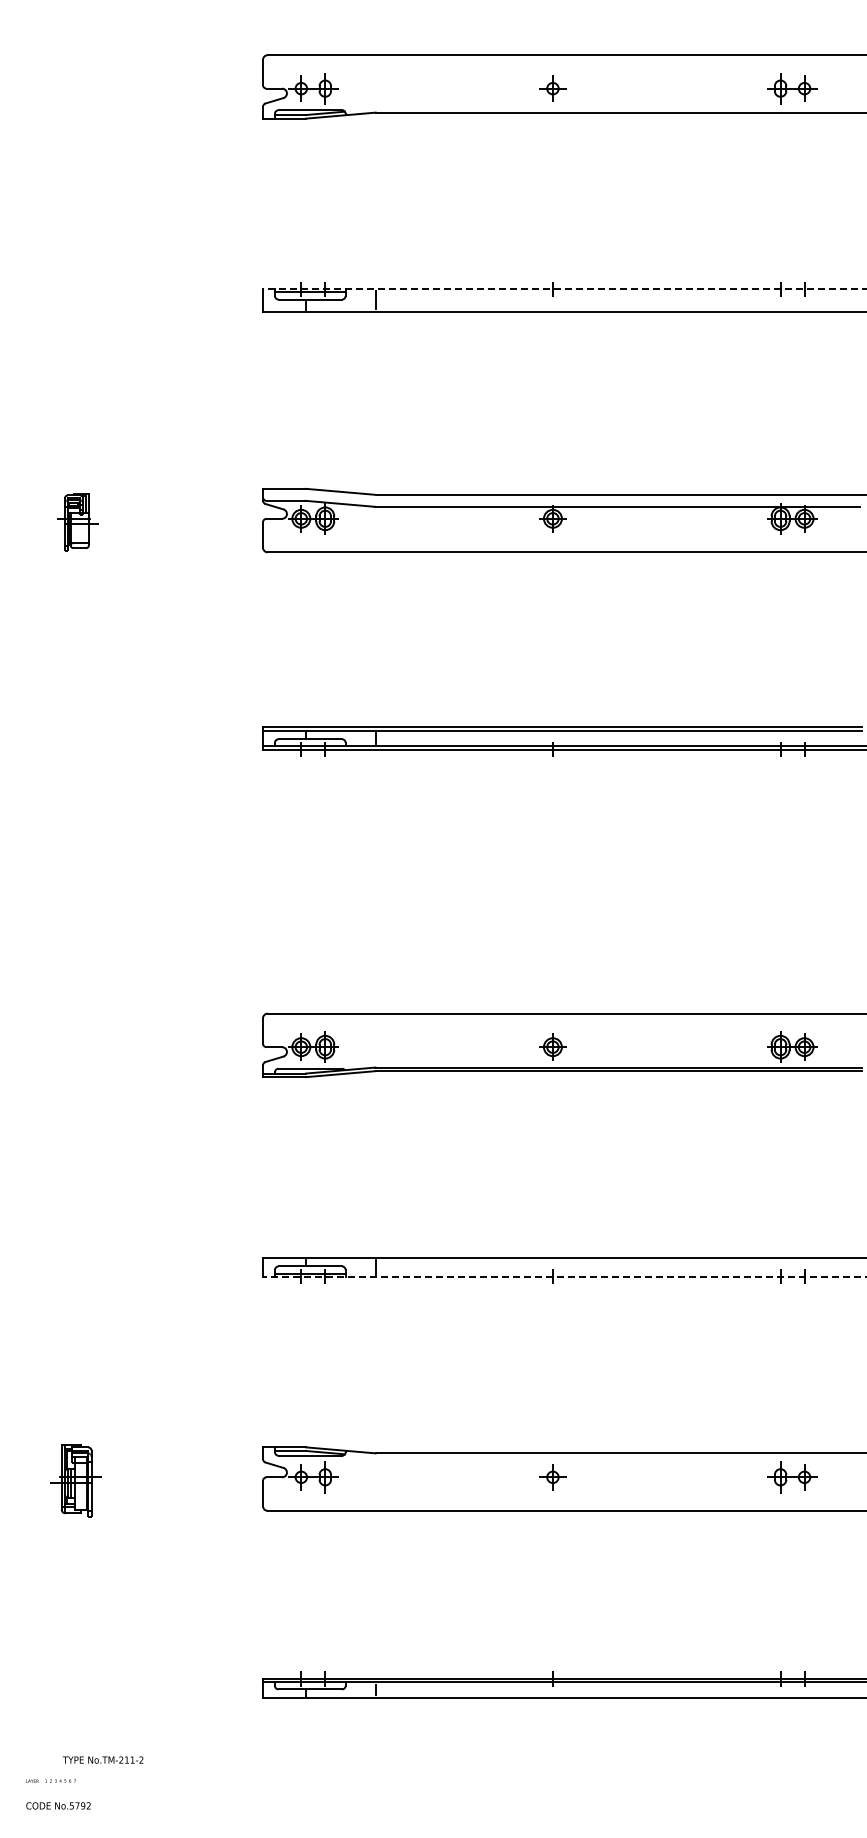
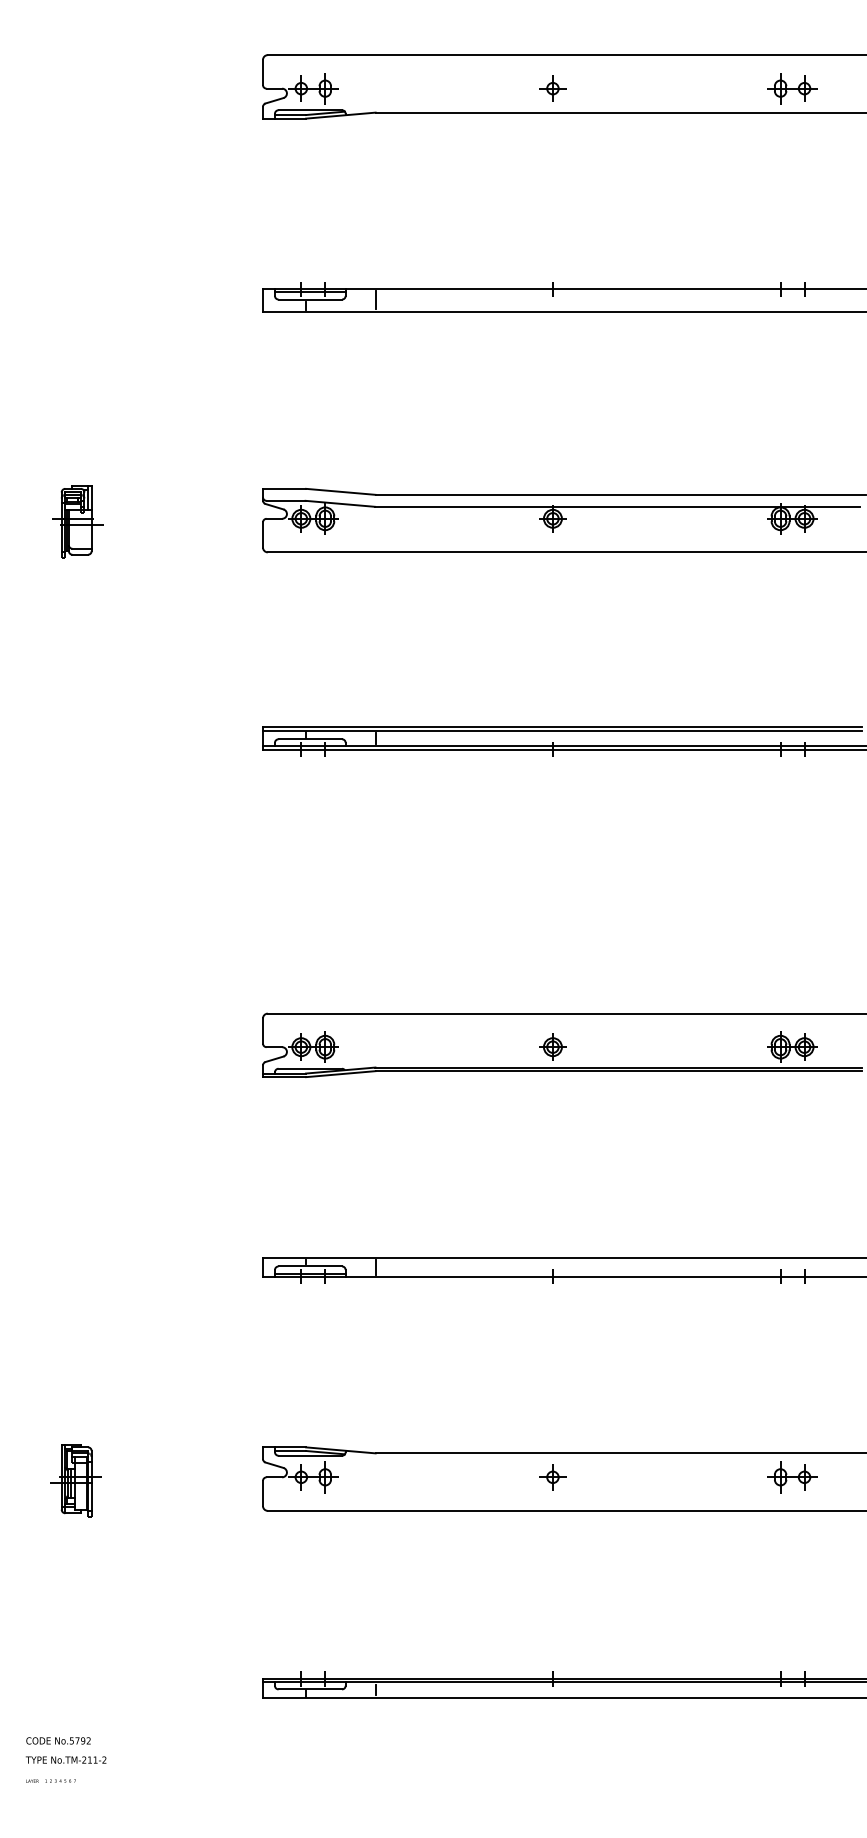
line at (564, 288): dashed -> solid
part at (77, 522) size: 42x59 px -> 52x74 px
line at (564, 1277): dashed -> solid
text at (102, 1759) position: (102, 1759) -> (65, 1759)
text at (58, 1805) position: (58, 1805) -> (58, 1740)
